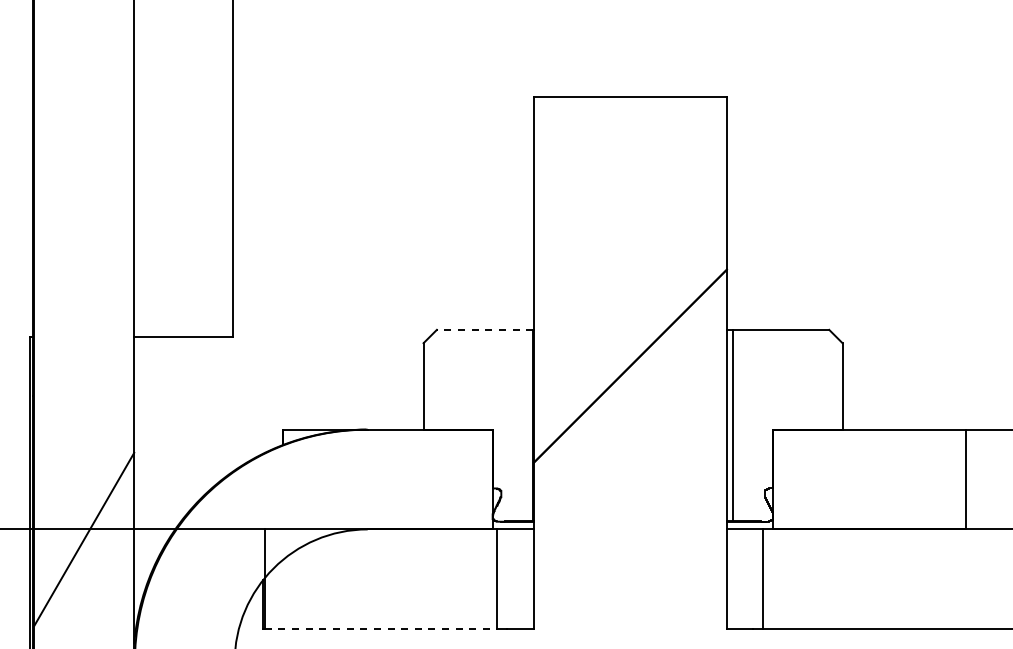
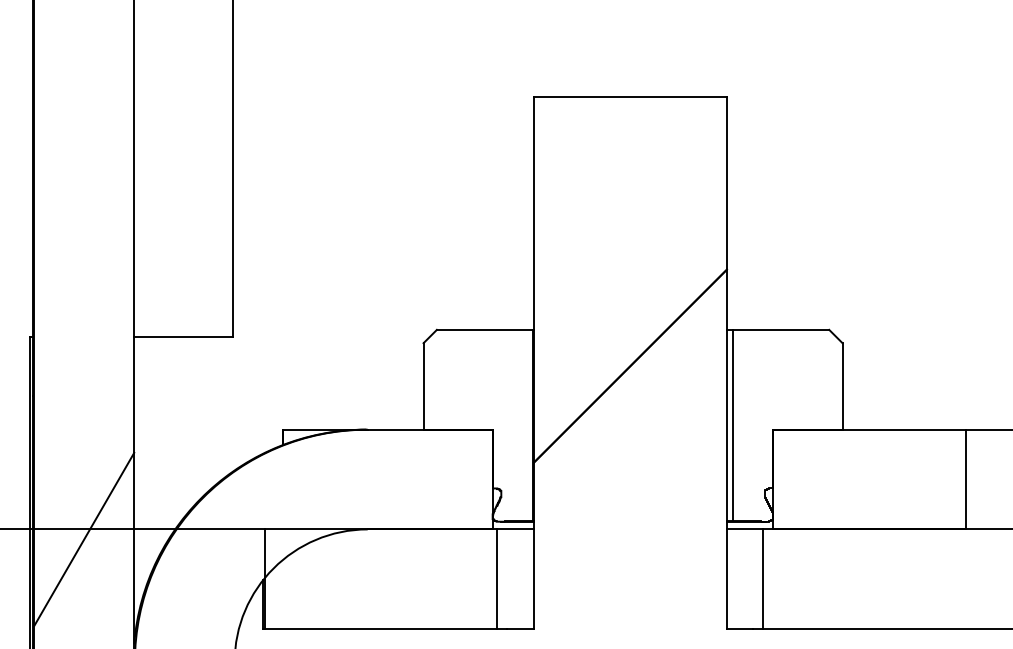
line at (484, 329): dashed -> solid
line at (381, 629): dashed -> solid
